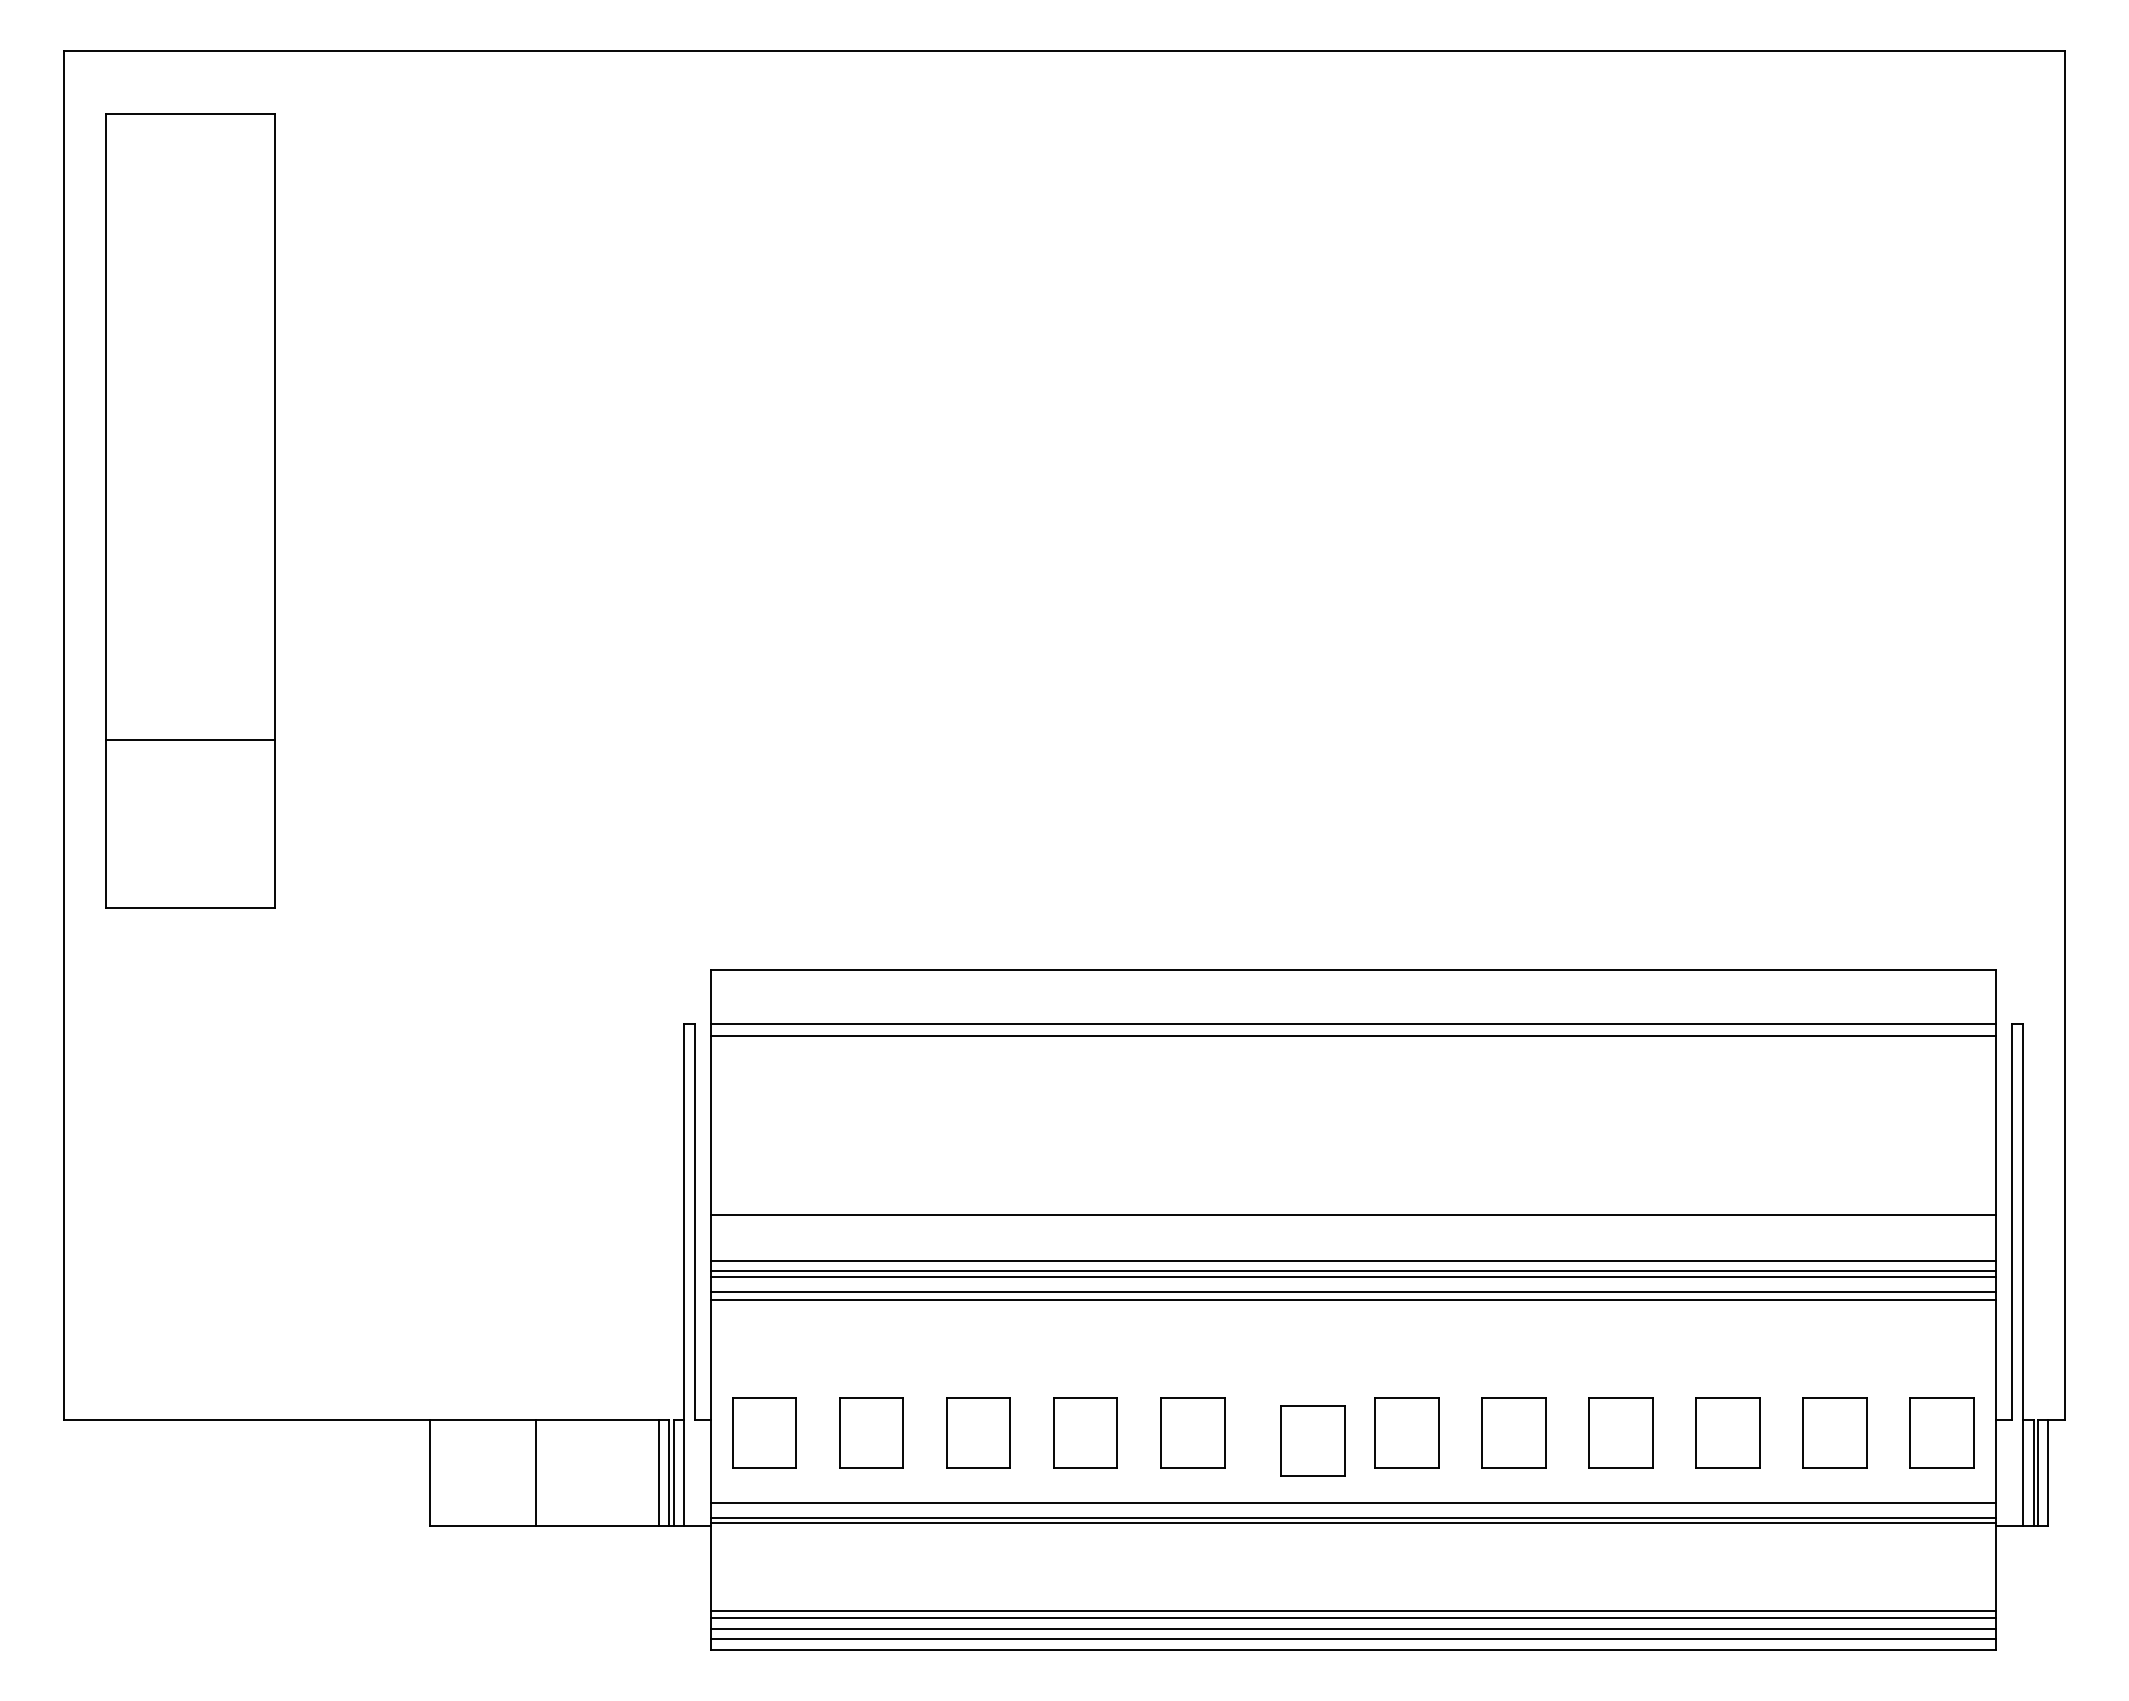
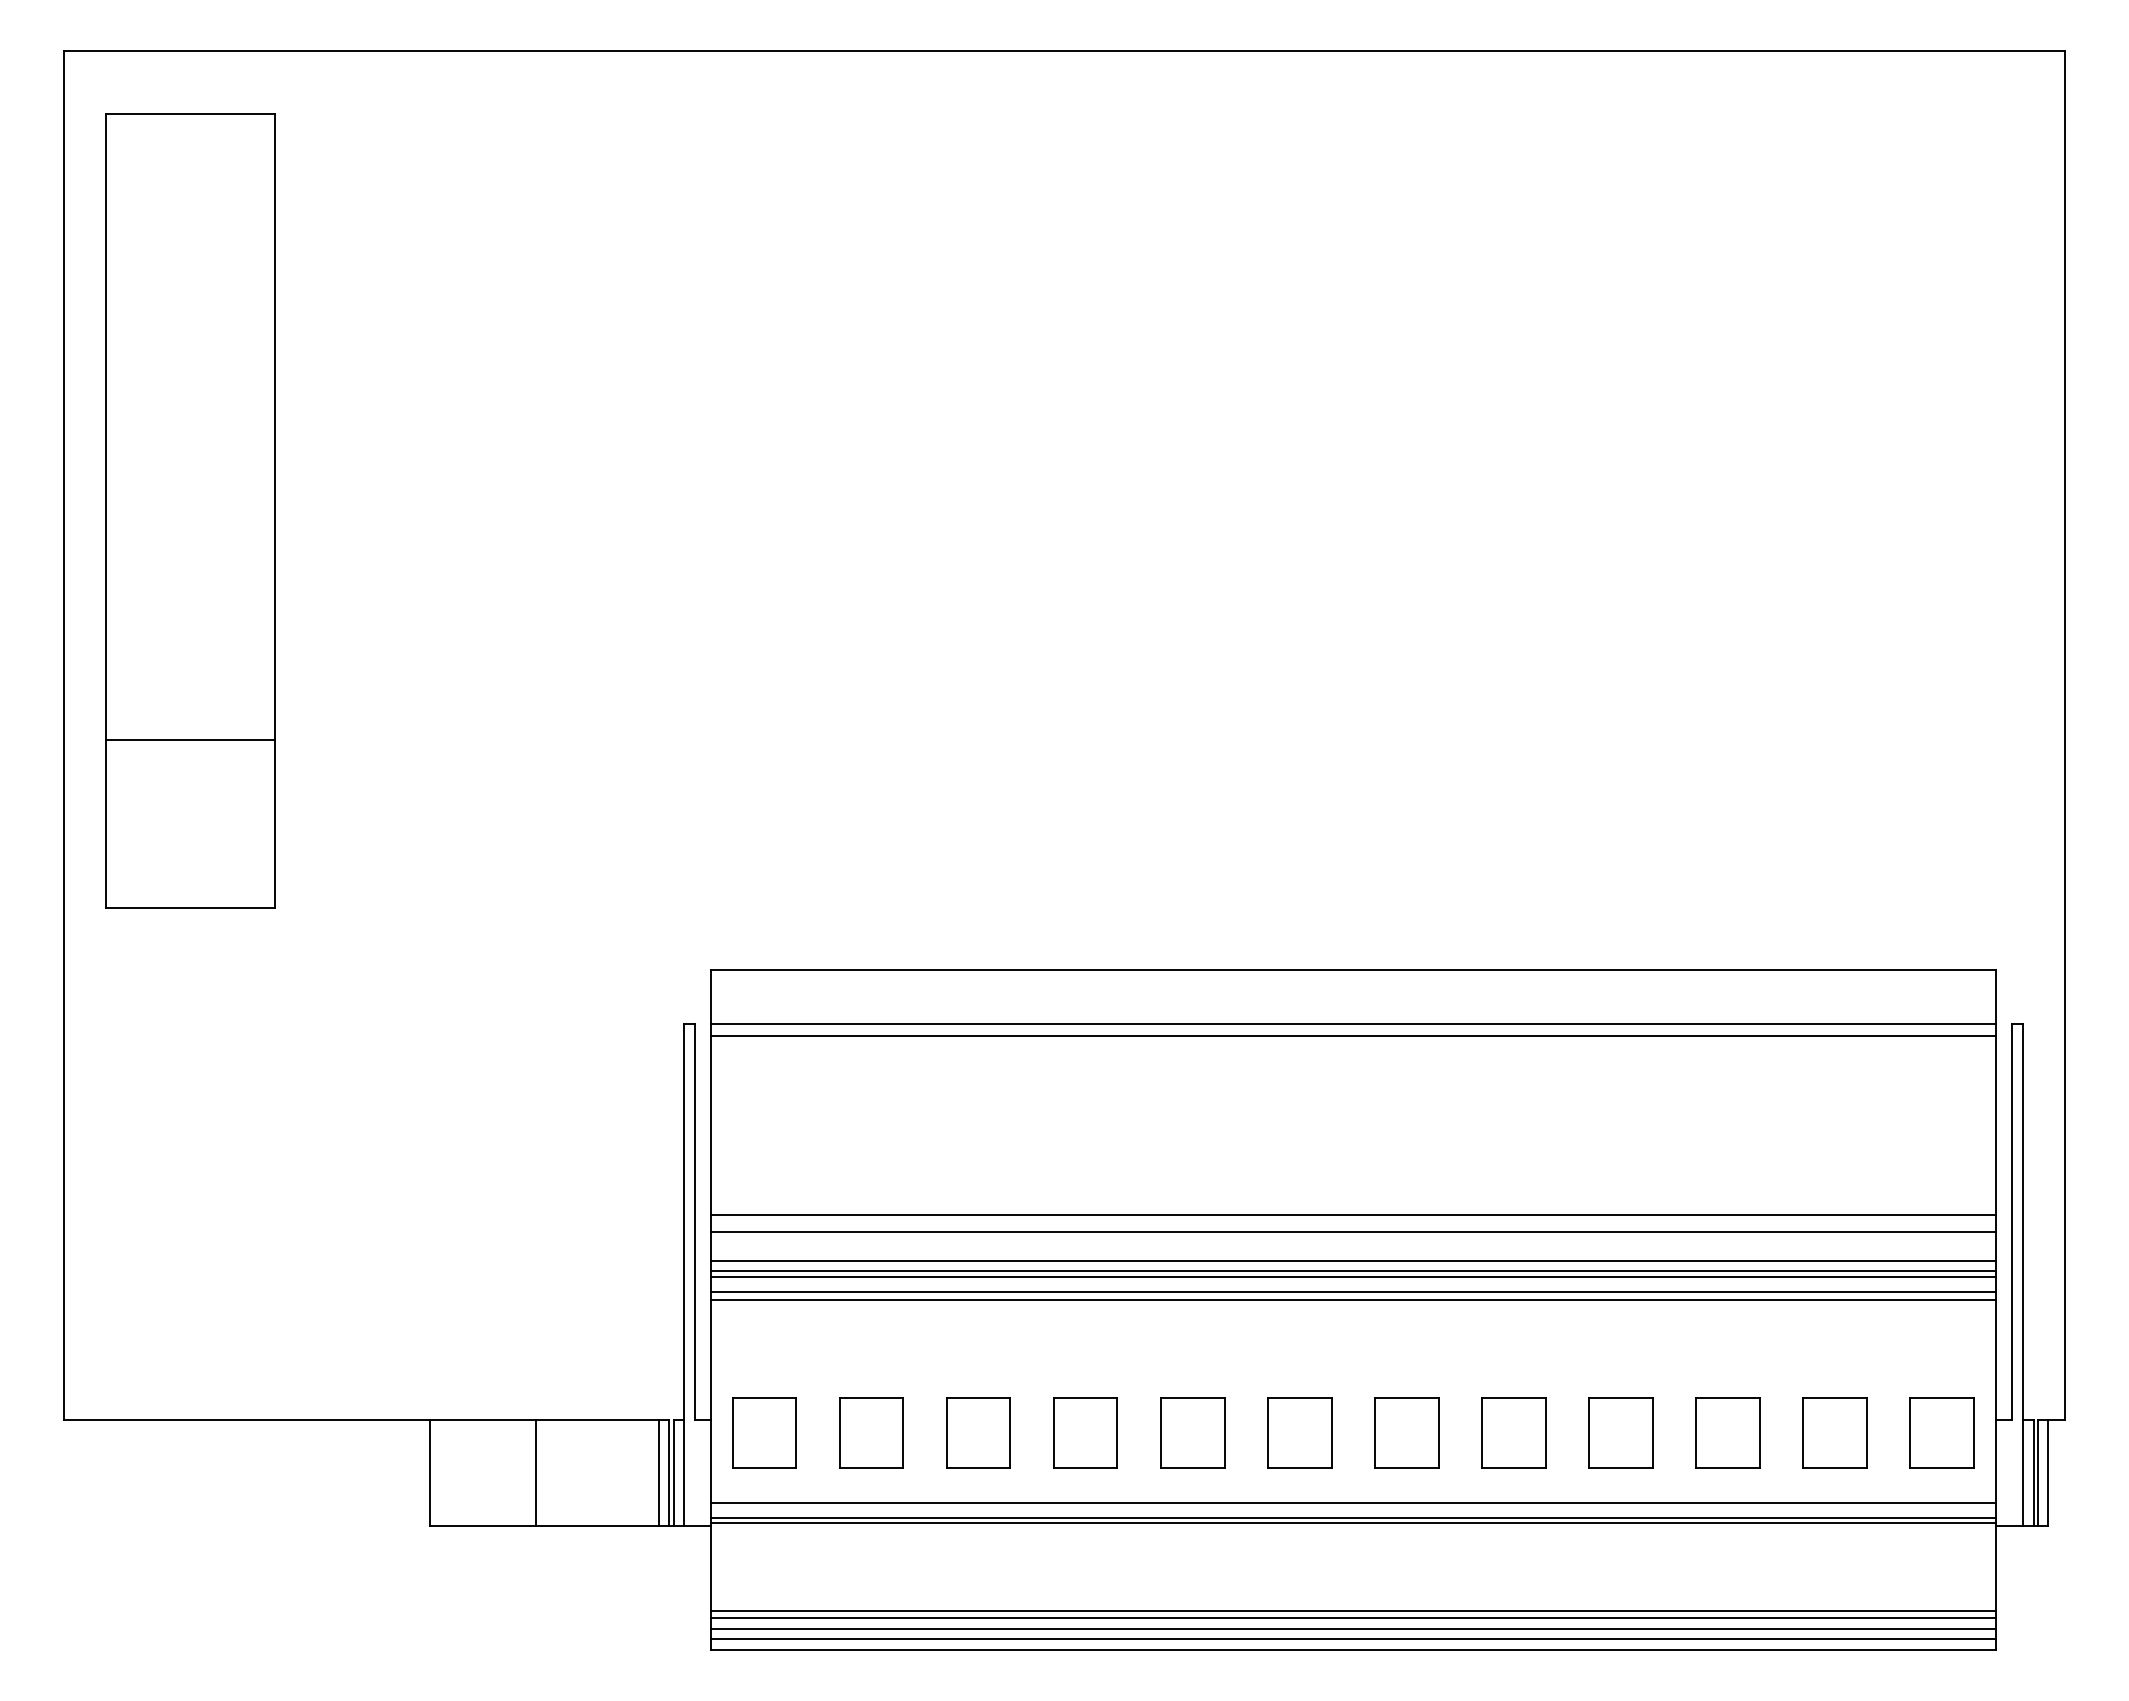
line at (1353, 1231): none -> present
part at (1312, 1440) position: (1312, 1440) -> (1299, 1432)
